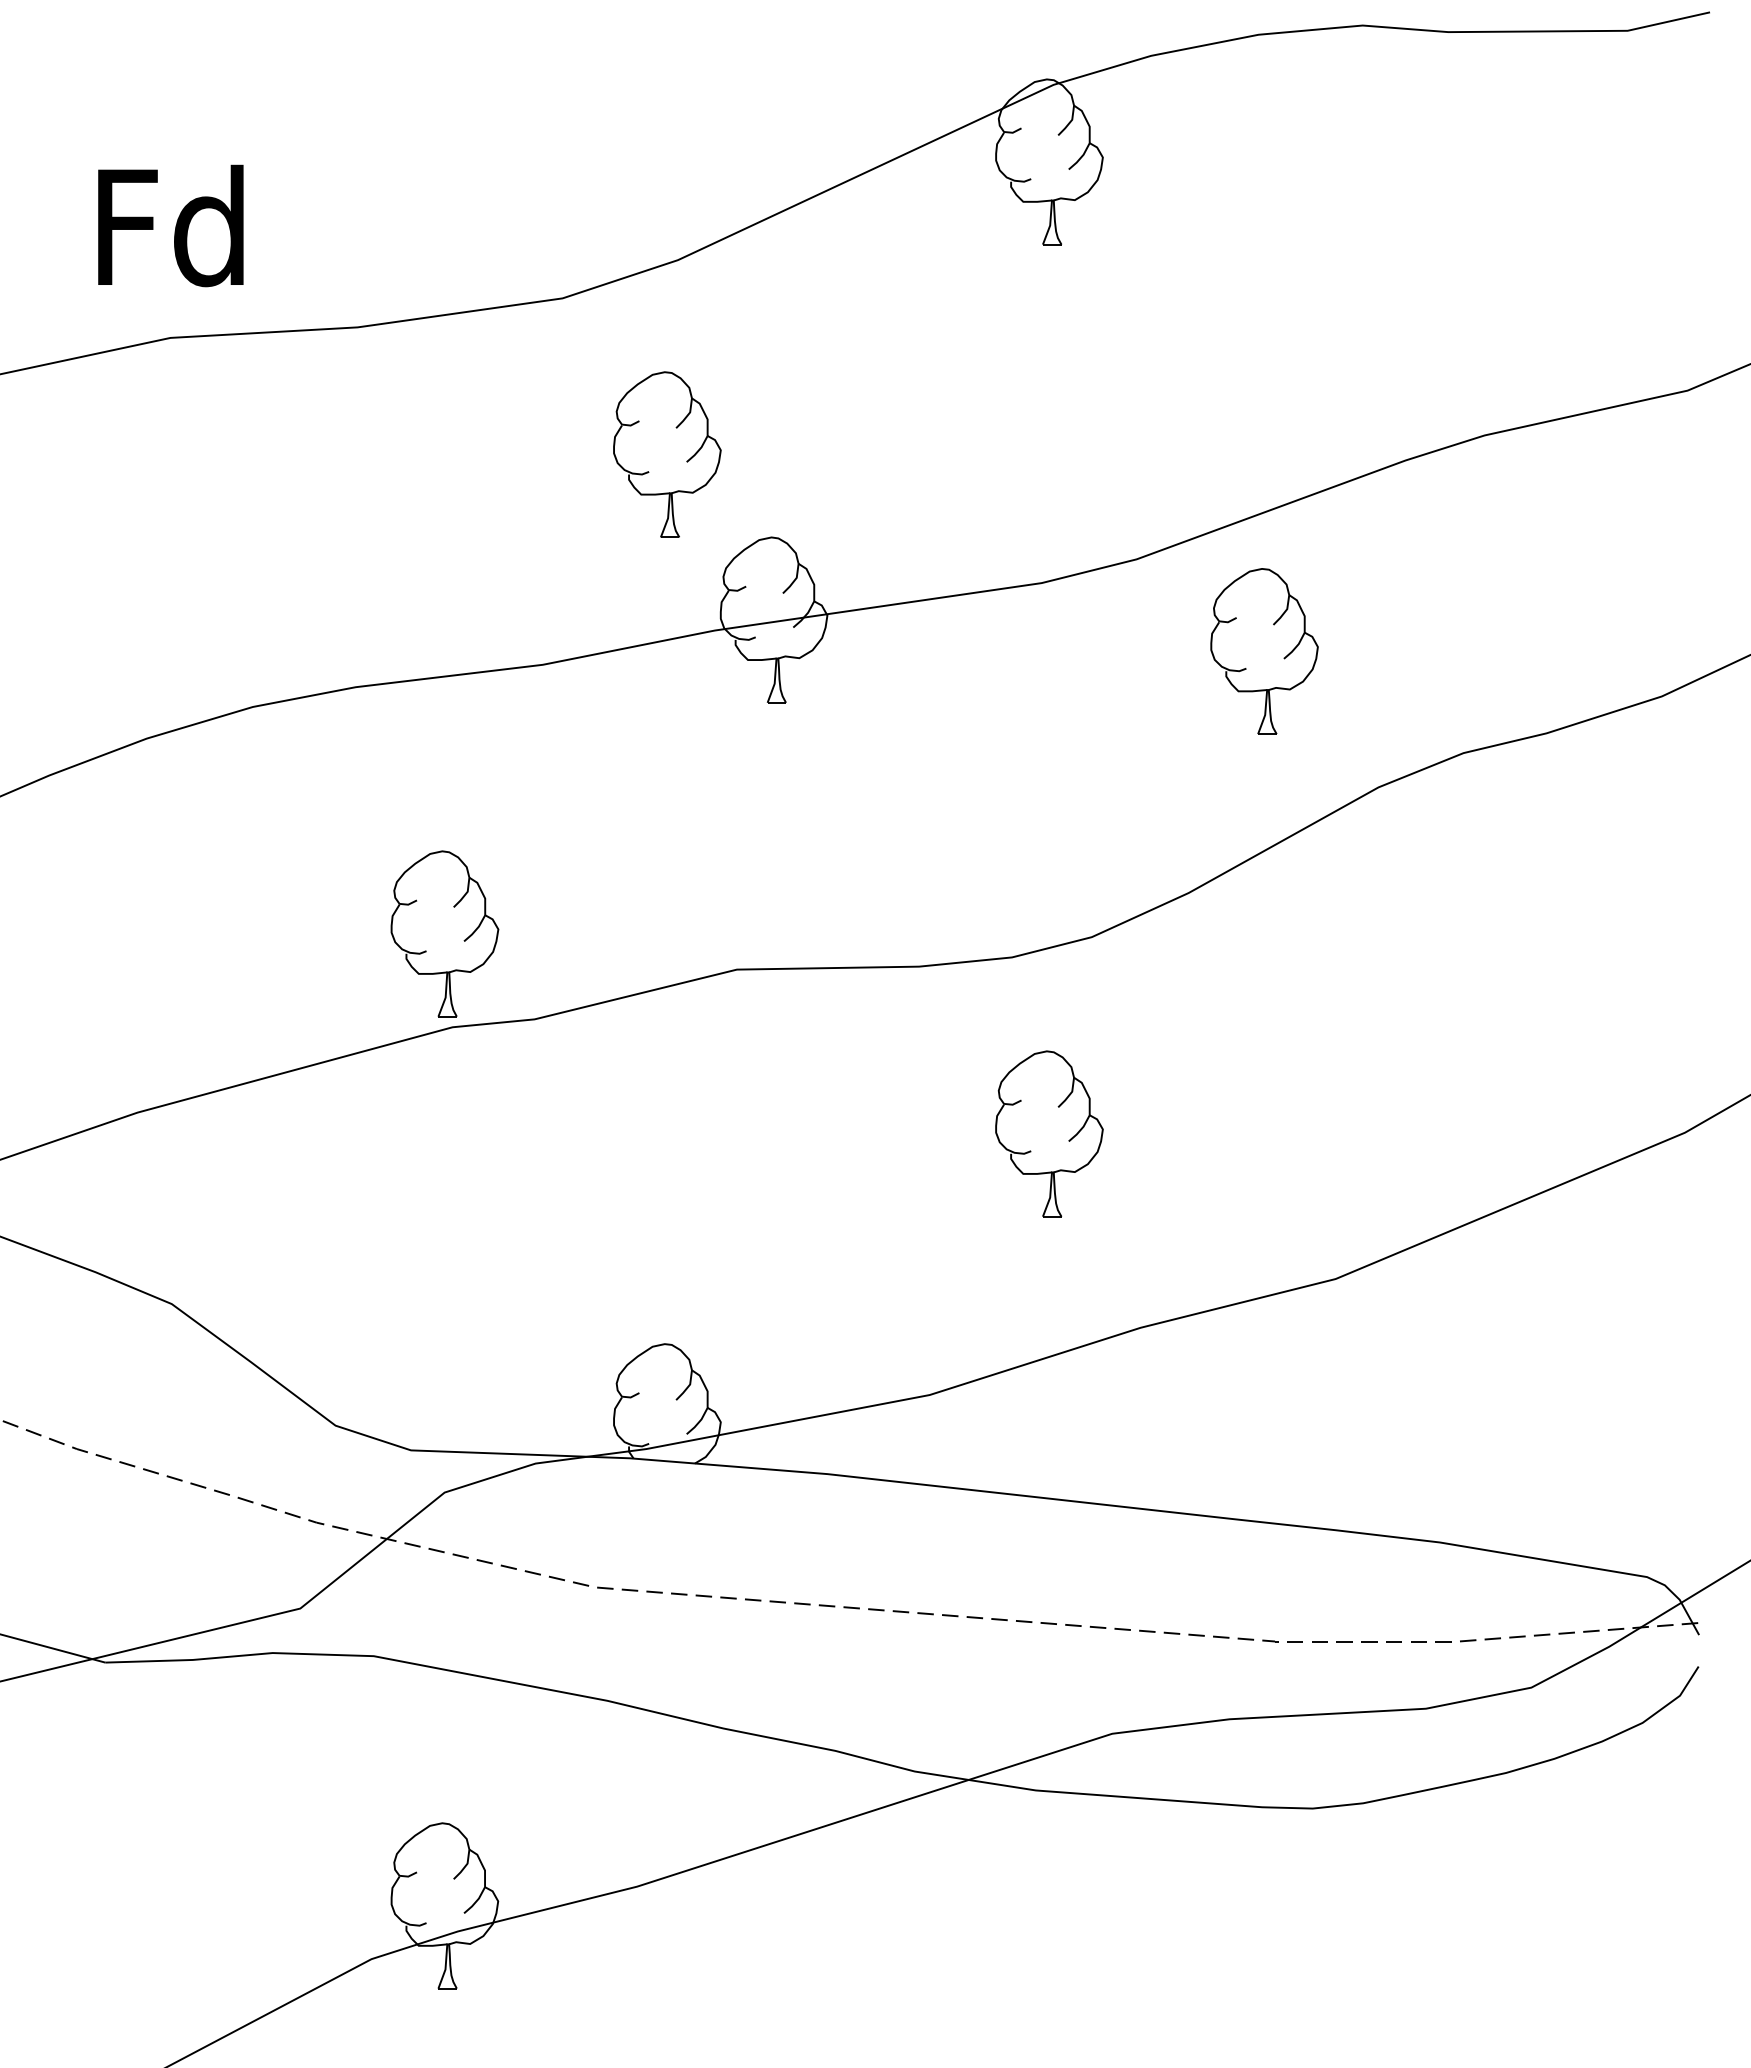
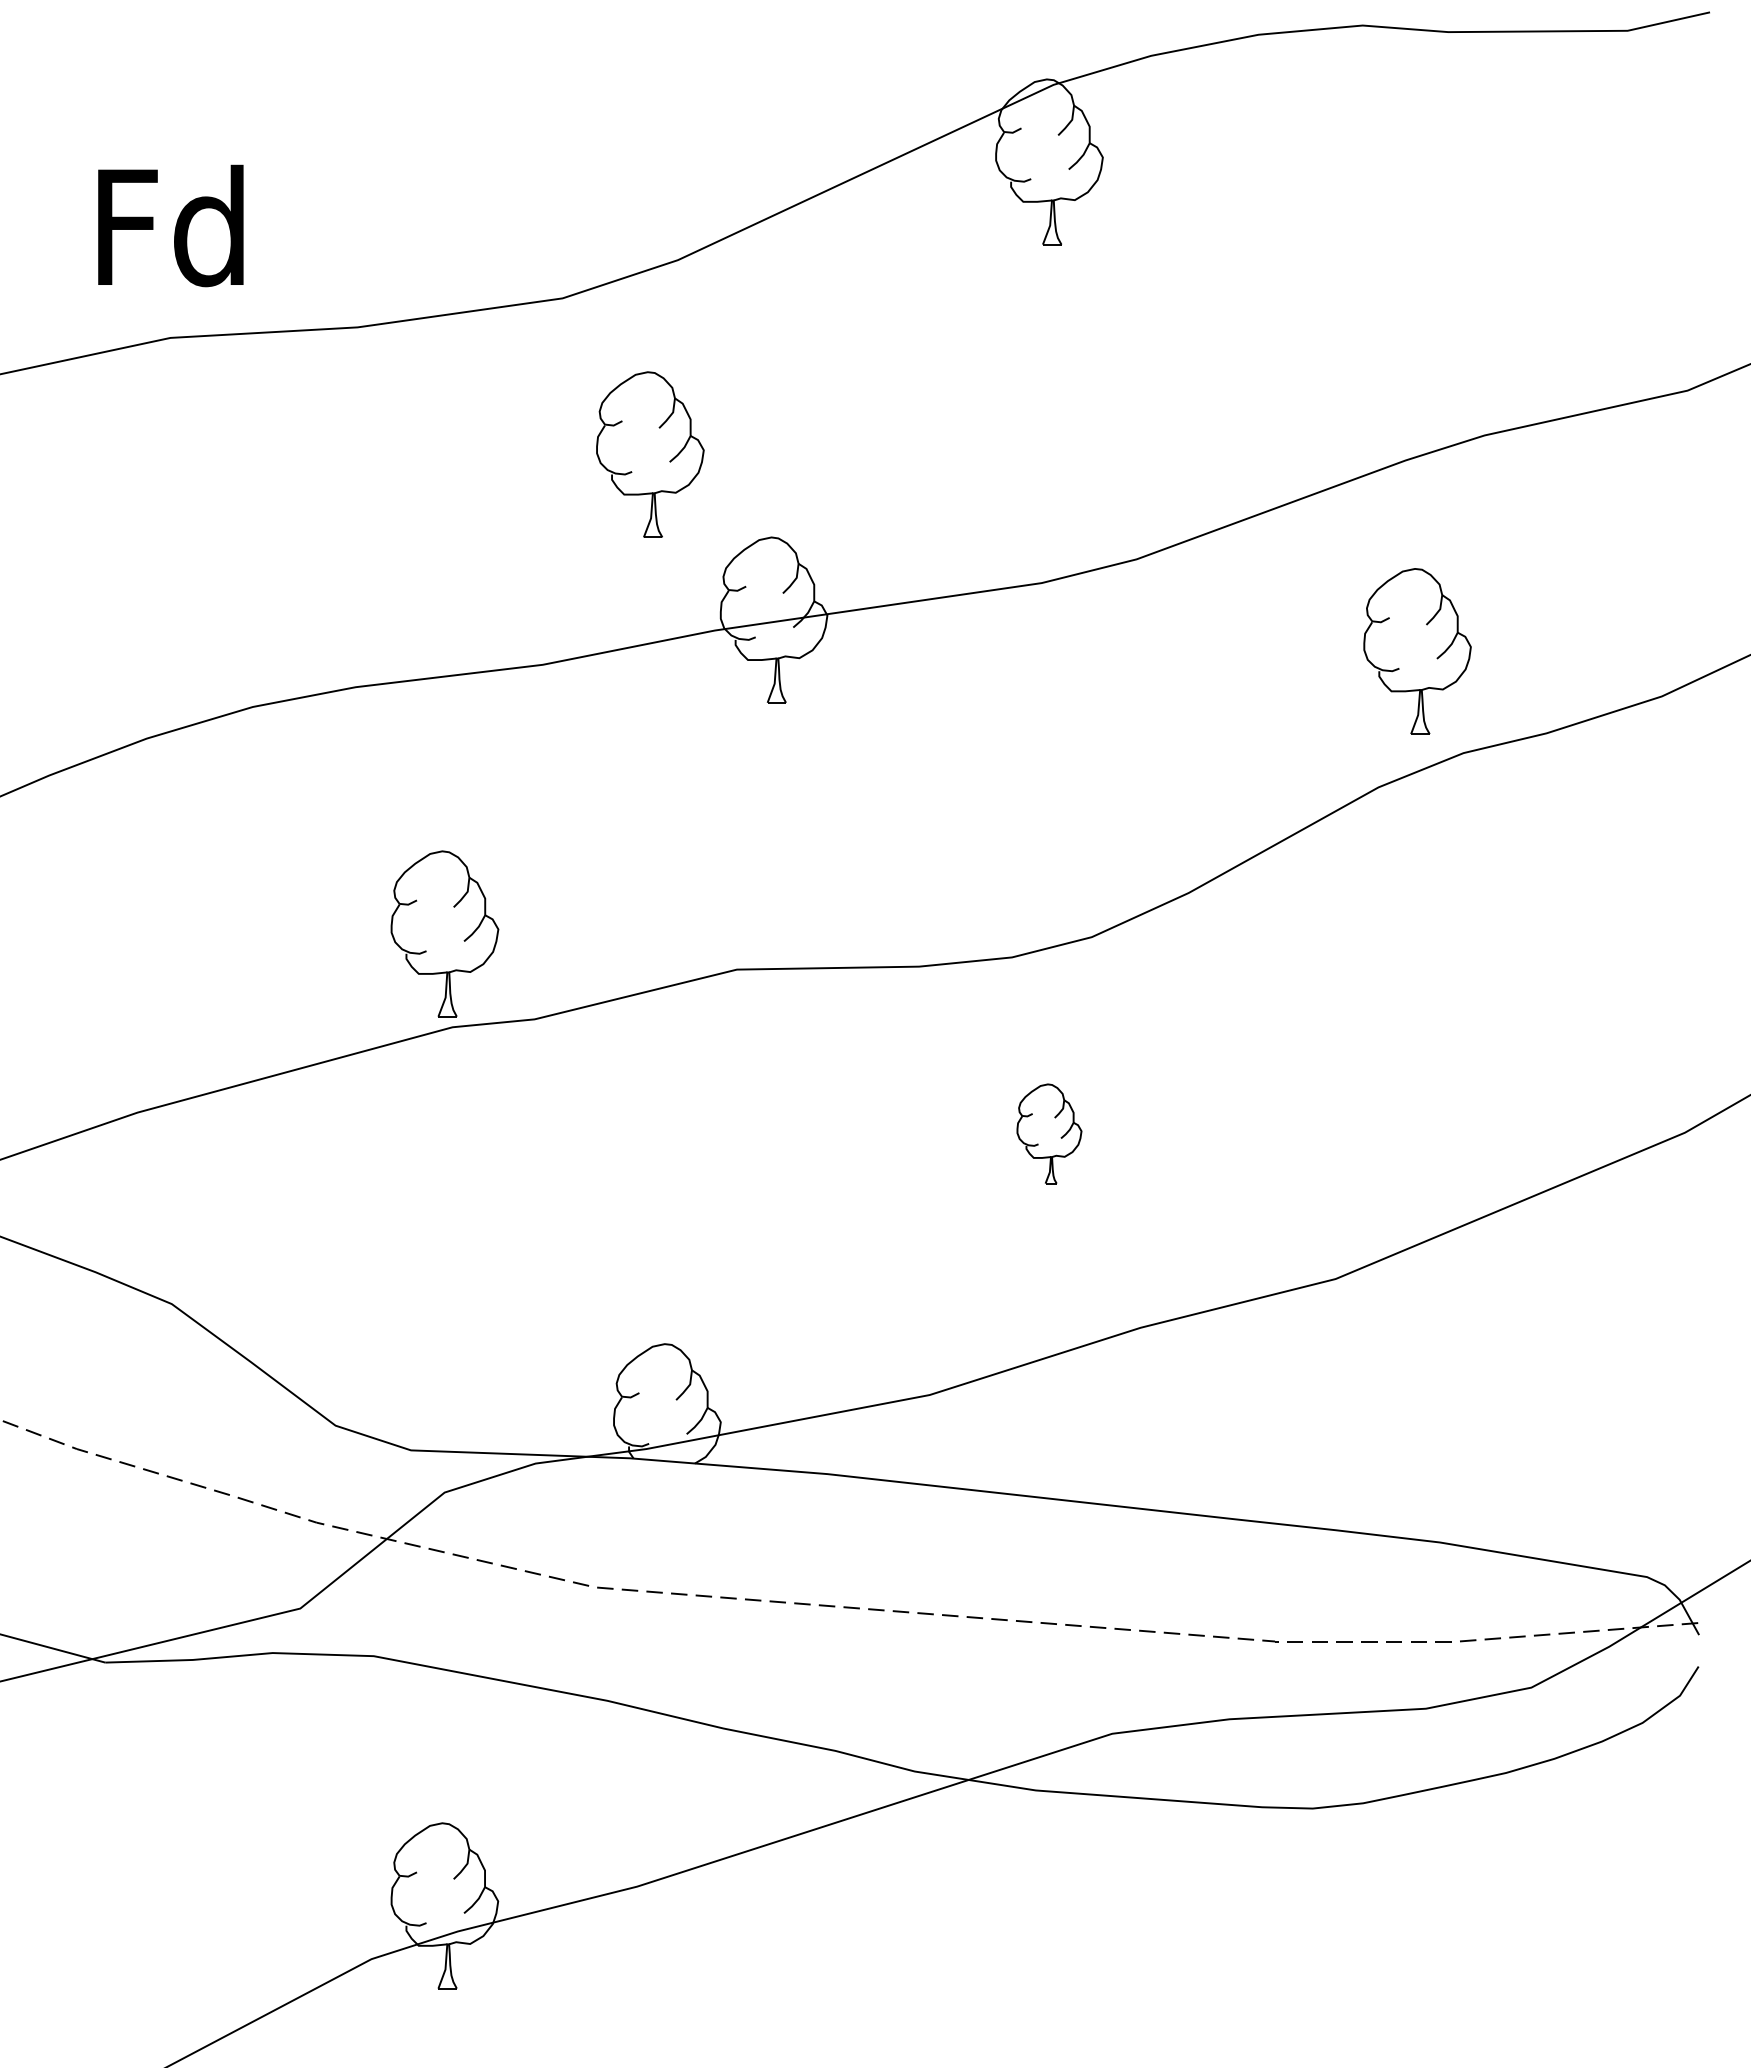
part at (667, 454) position: (667, 454) -> (650, 454)
part at (1264, 651) position: (1264, 651) -> (1417, 651)
part at (1049, 1133) size: 109x168 px -> 67x102 px
